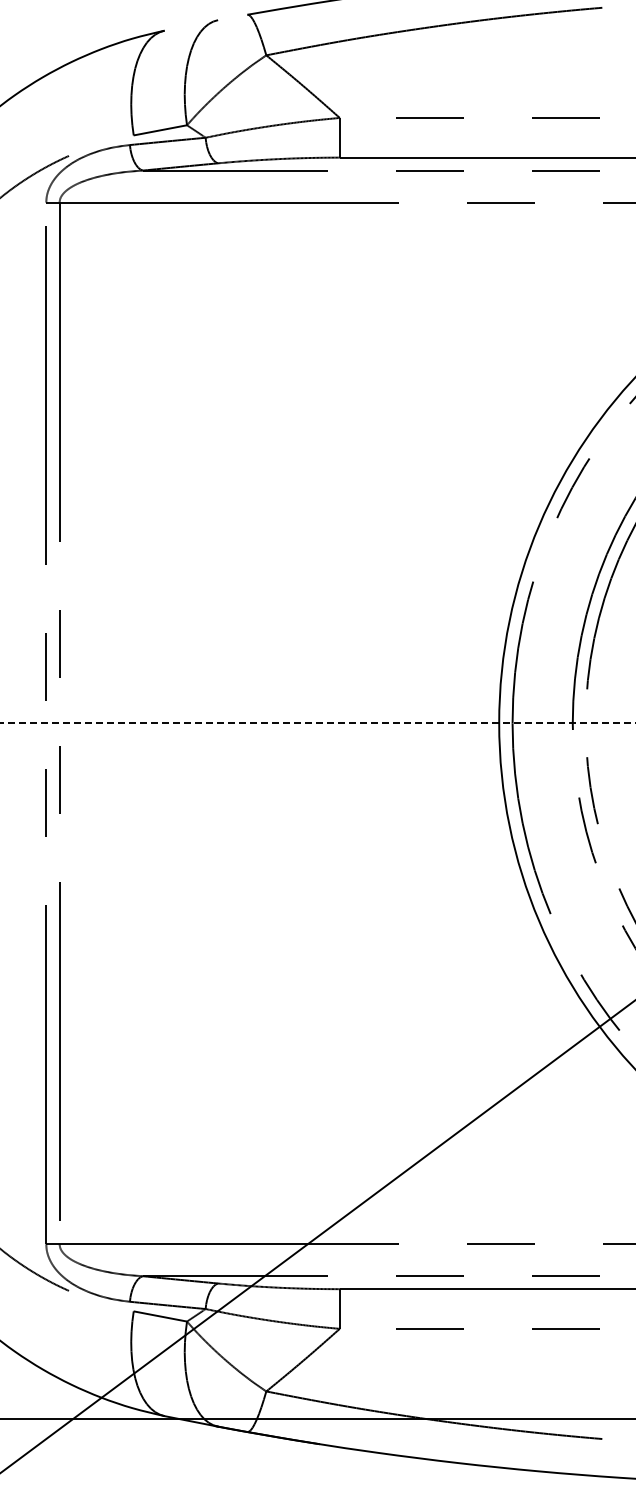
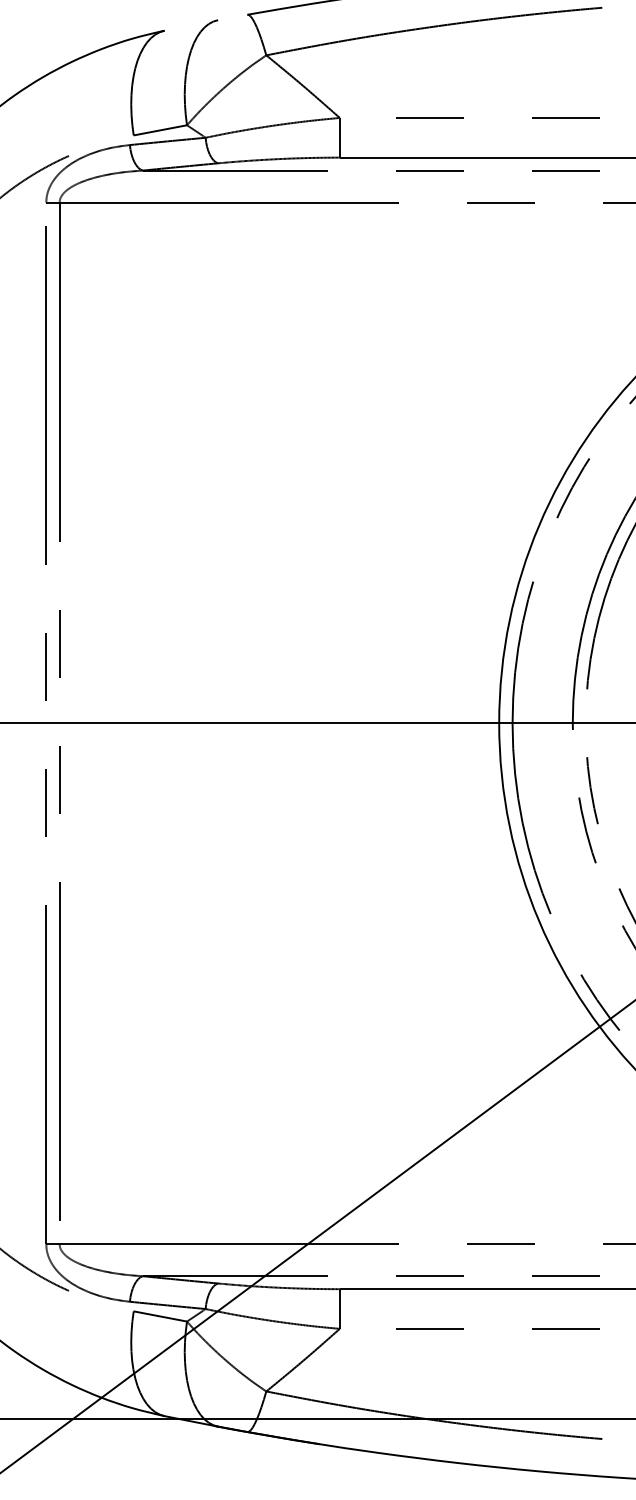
line at (317, 723): dashed -> solid
